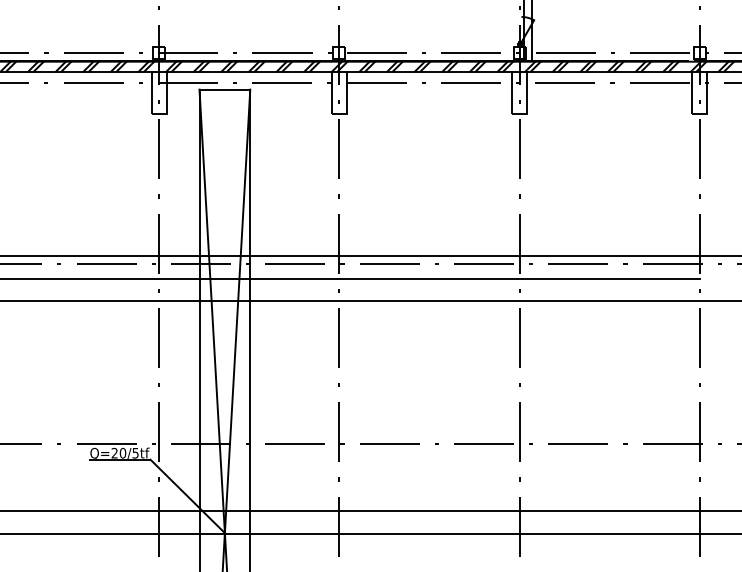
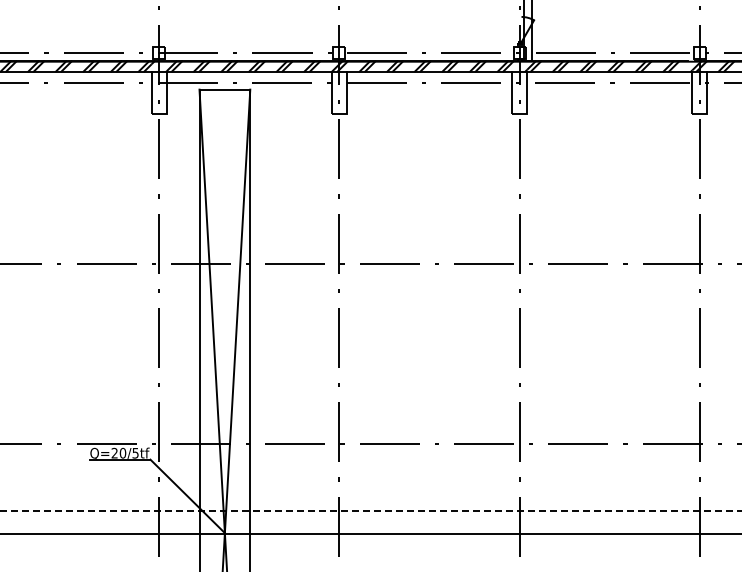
line at (370, 255): present -> none
line at (350, 278): present -> none
line at (370, 301): present -> none
line at (370, 511): solid -> dashed
